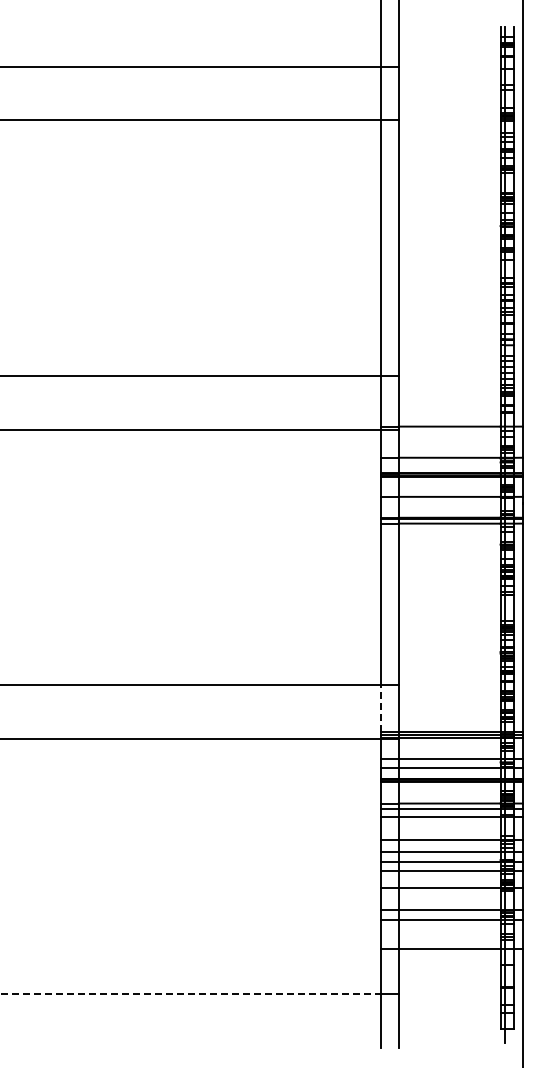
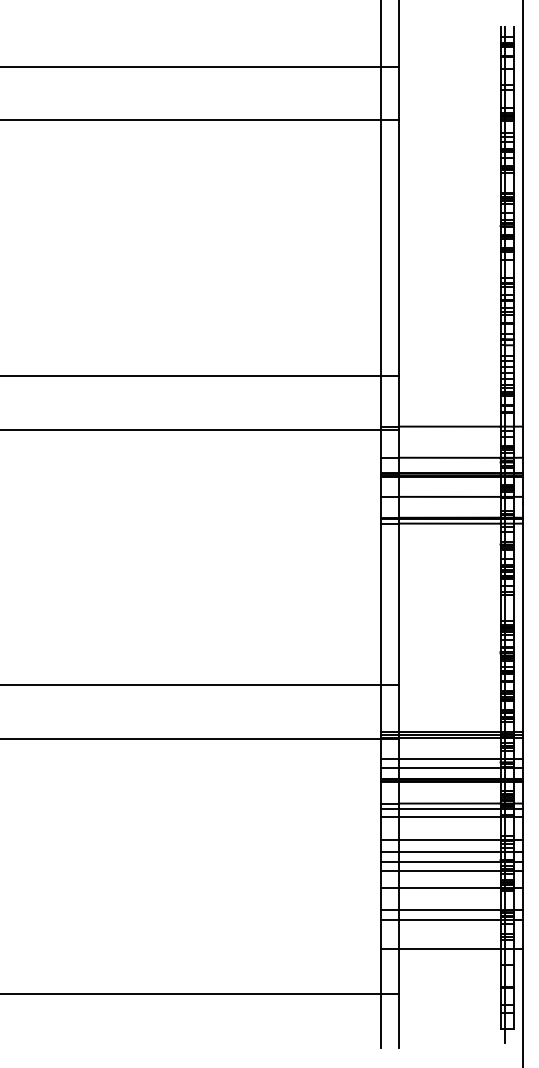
line at (381, 708): dashed -> solid
line at (191, 994): dashed -> solid
